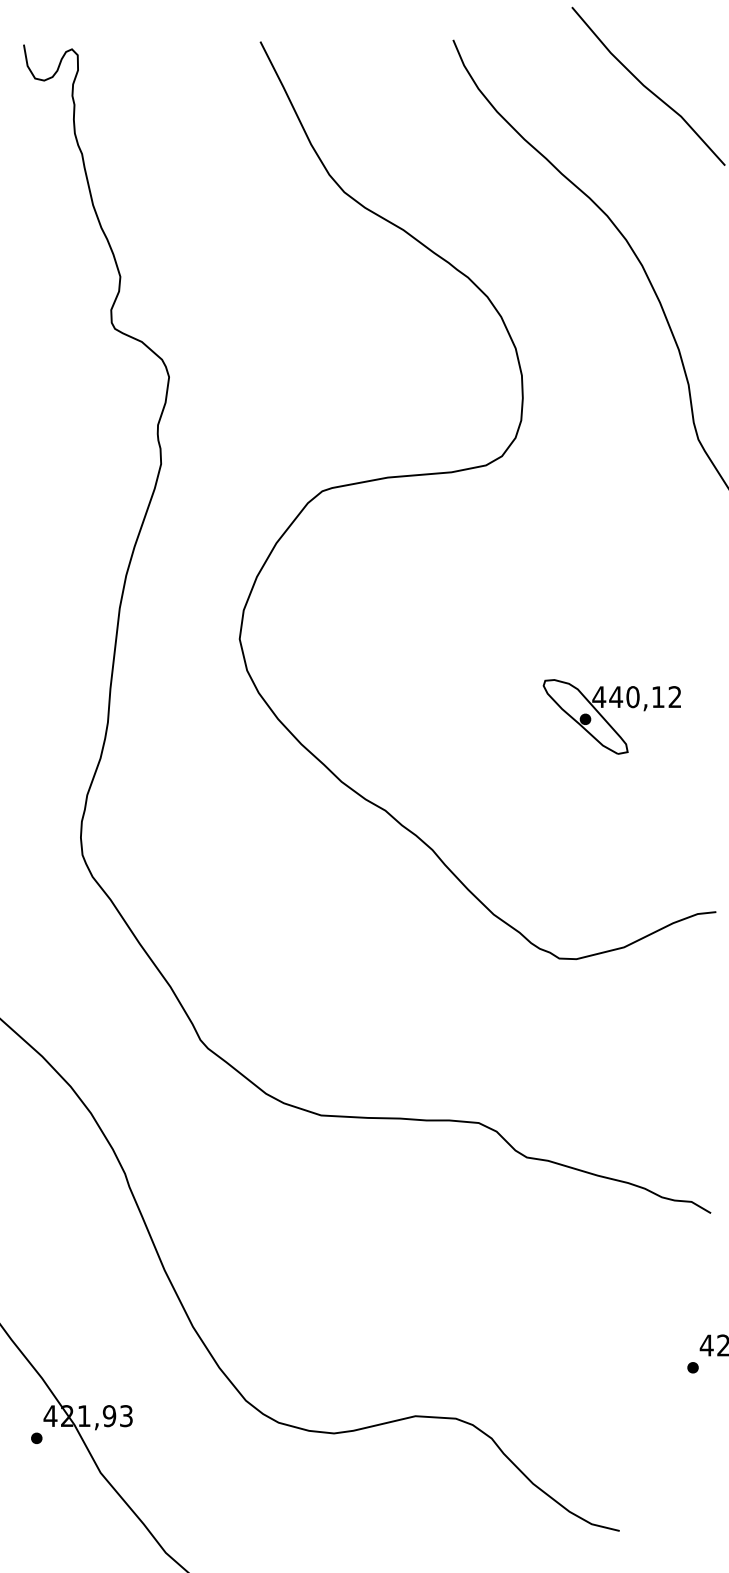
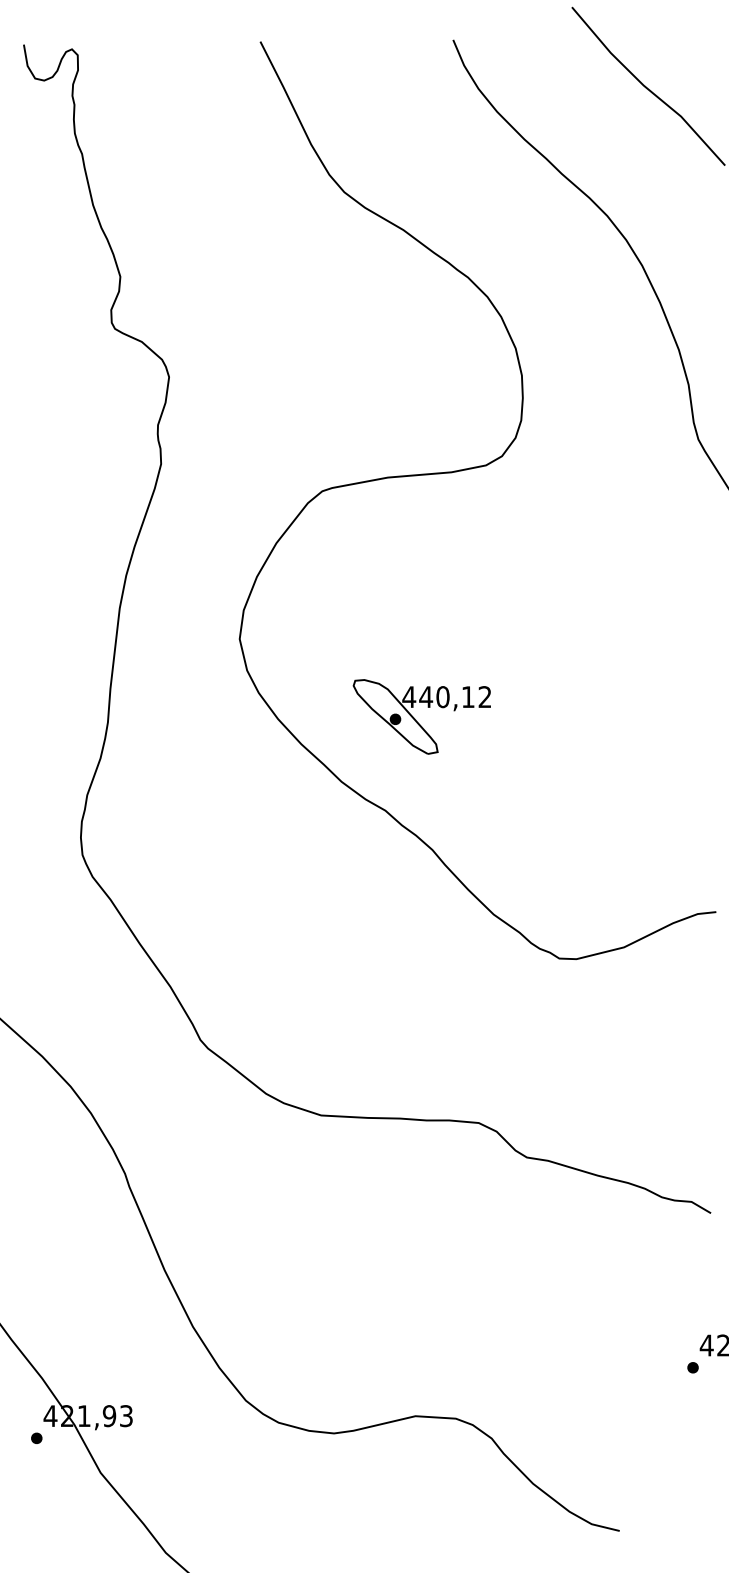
part at (605, 718) position: (605, 718) -> (415, 718)
